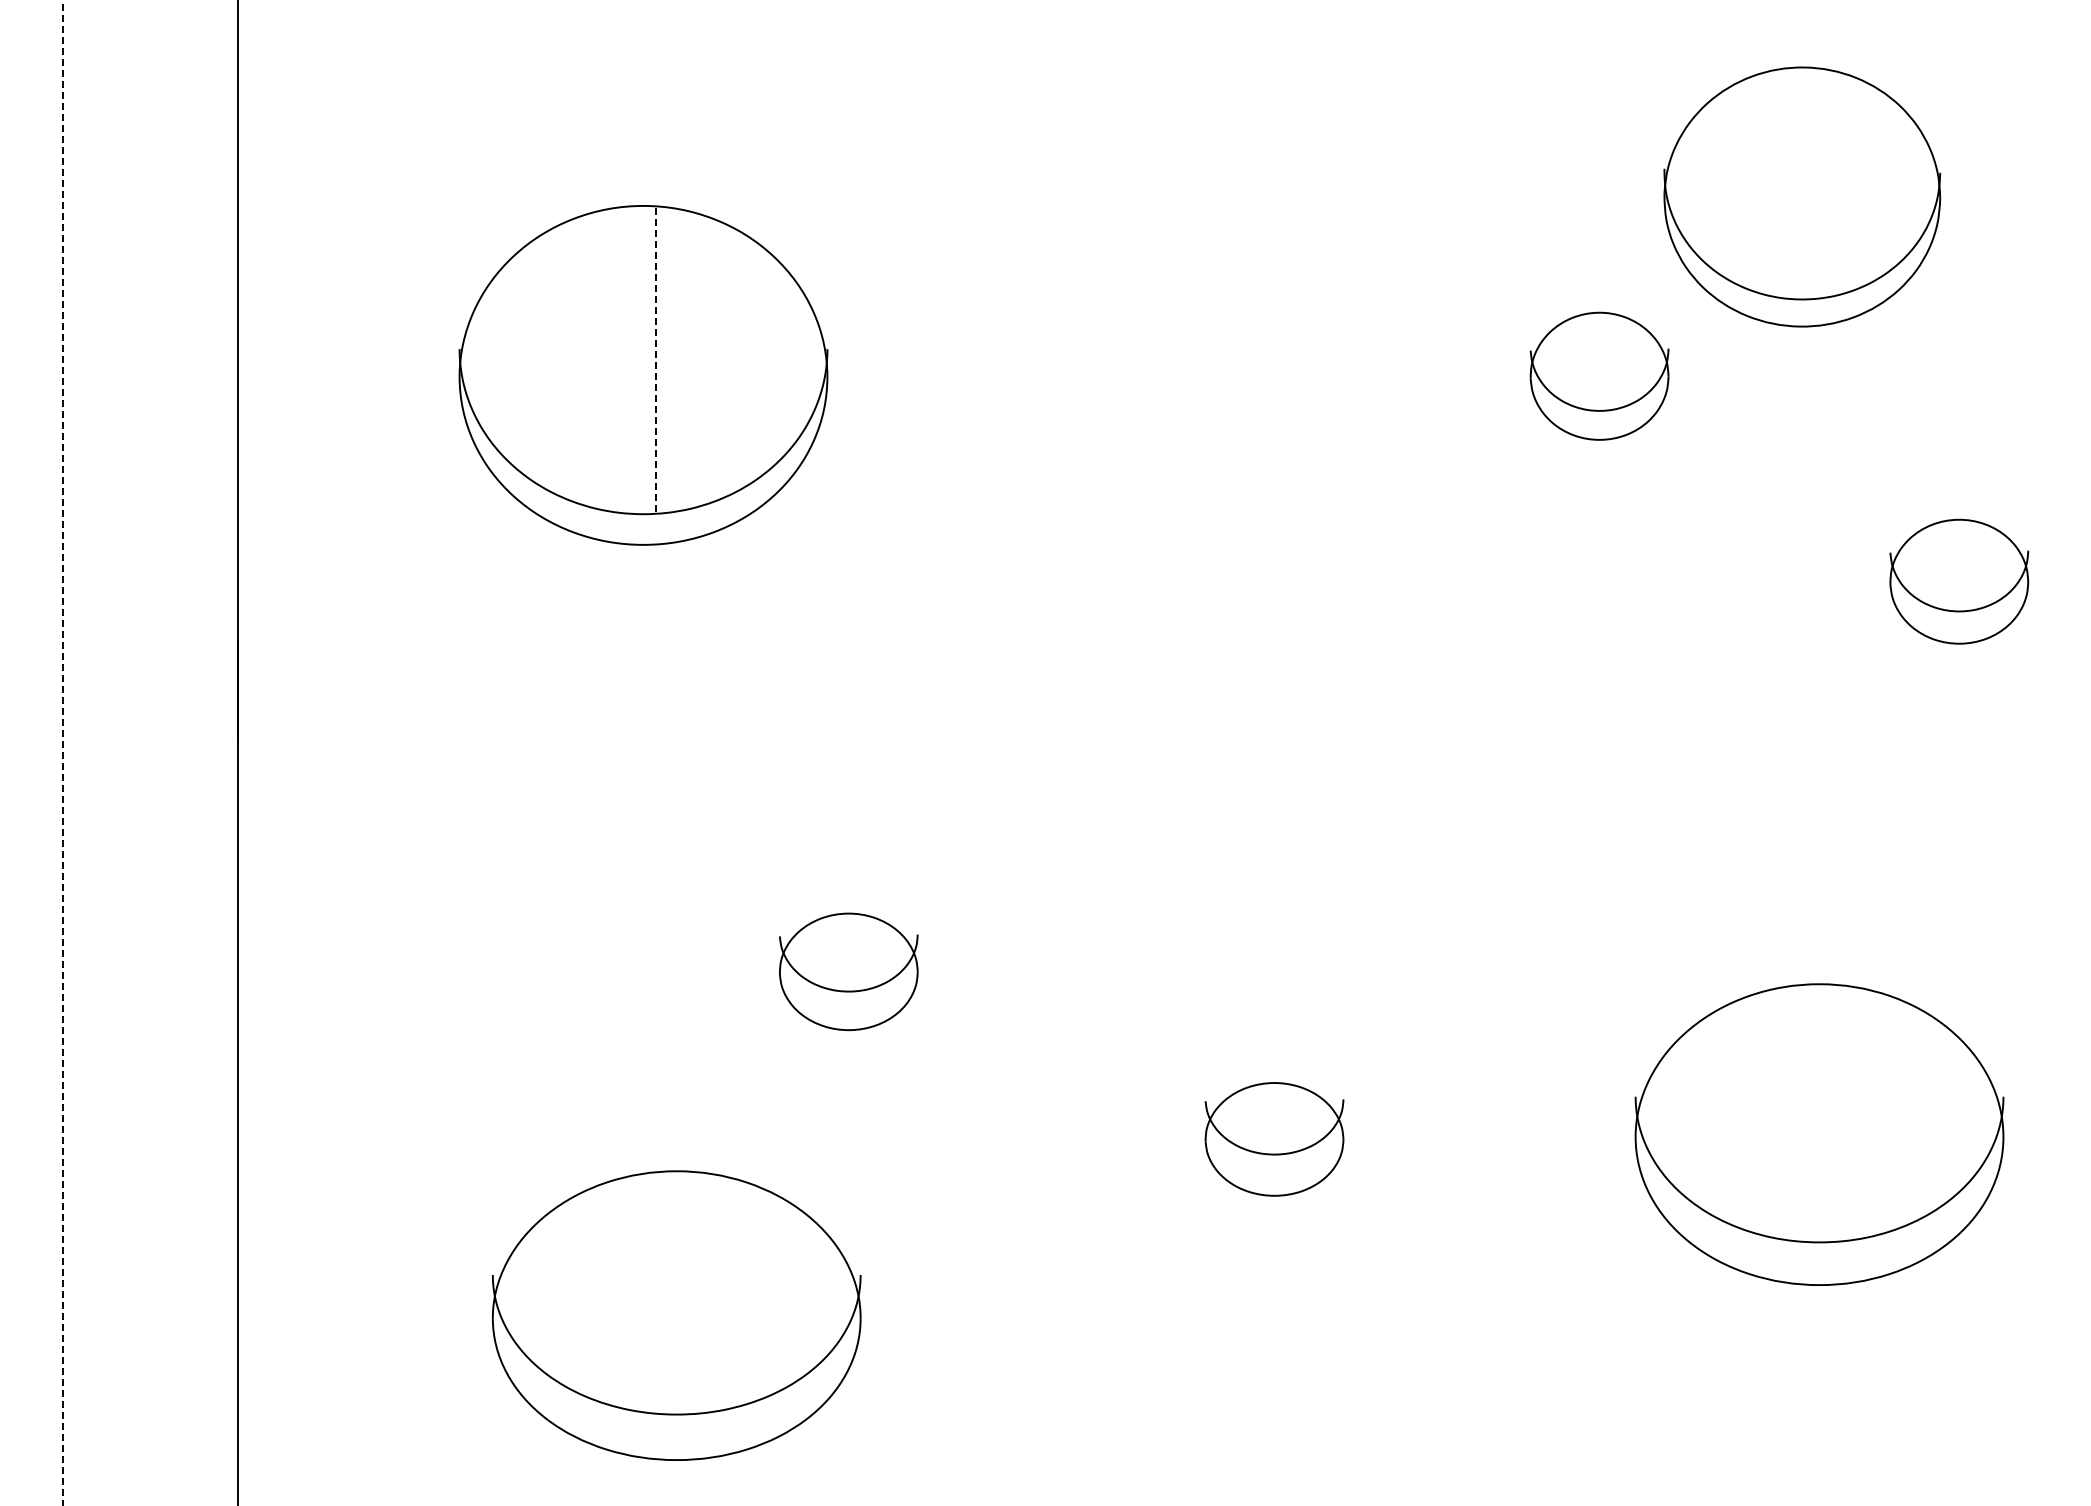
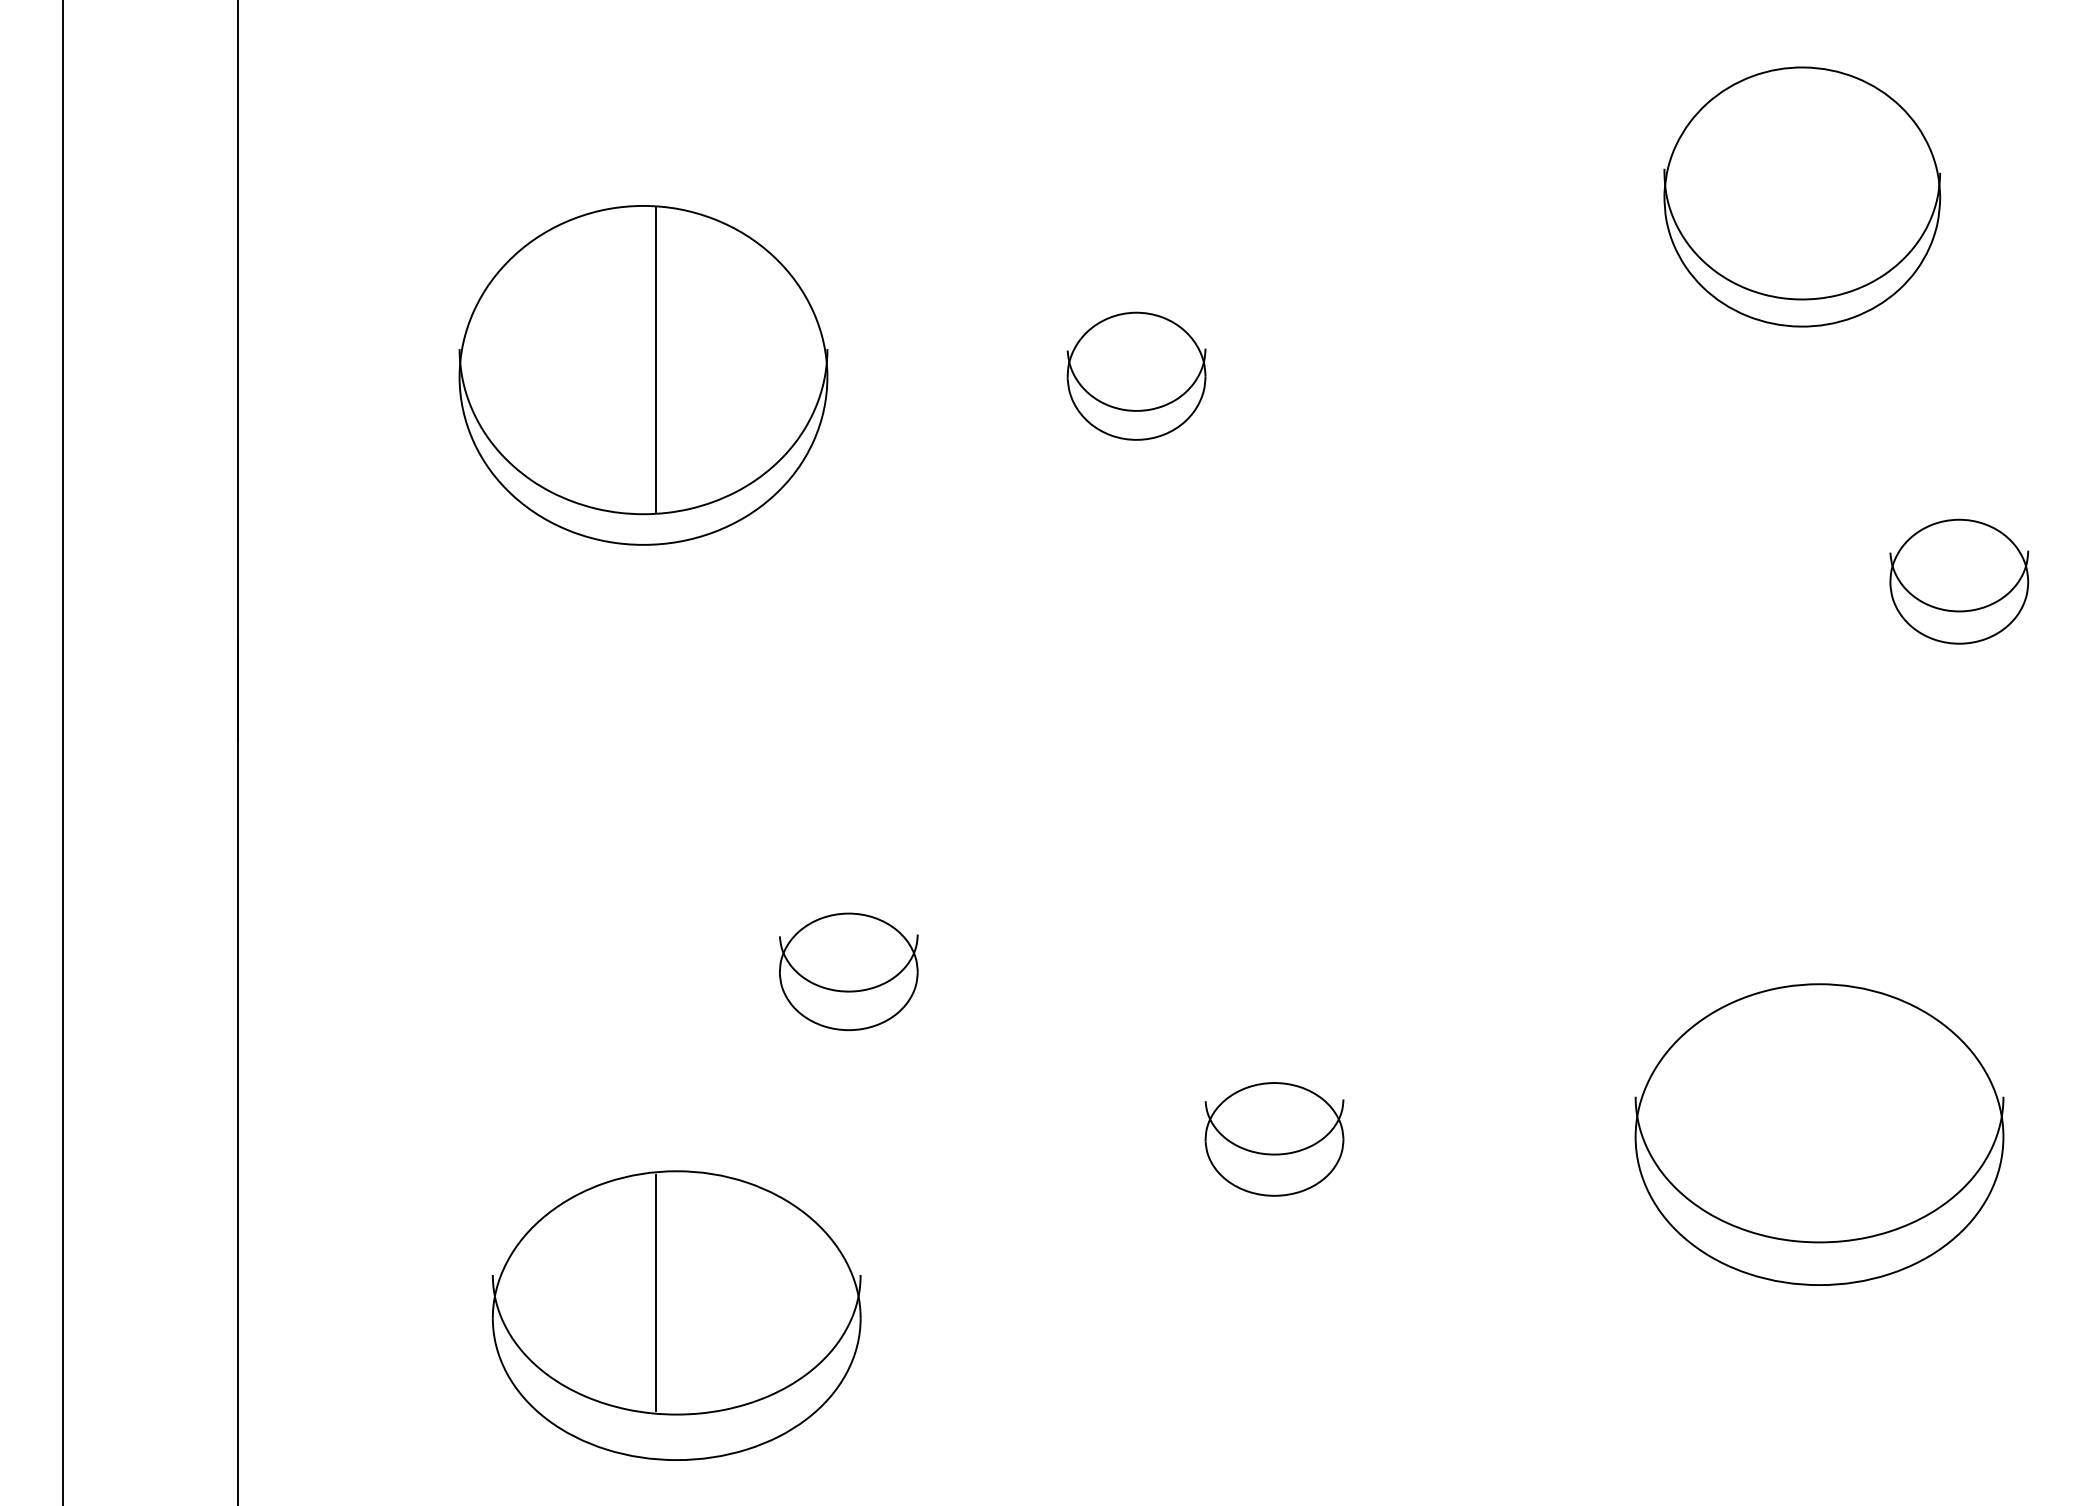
line at (655, 360): dashed -> solid
part at (1599, 375) position: (1599, 375) -> (1136, 375)
line at (62, 752): dashed -> solid
line at (655, 1292): none -> present
